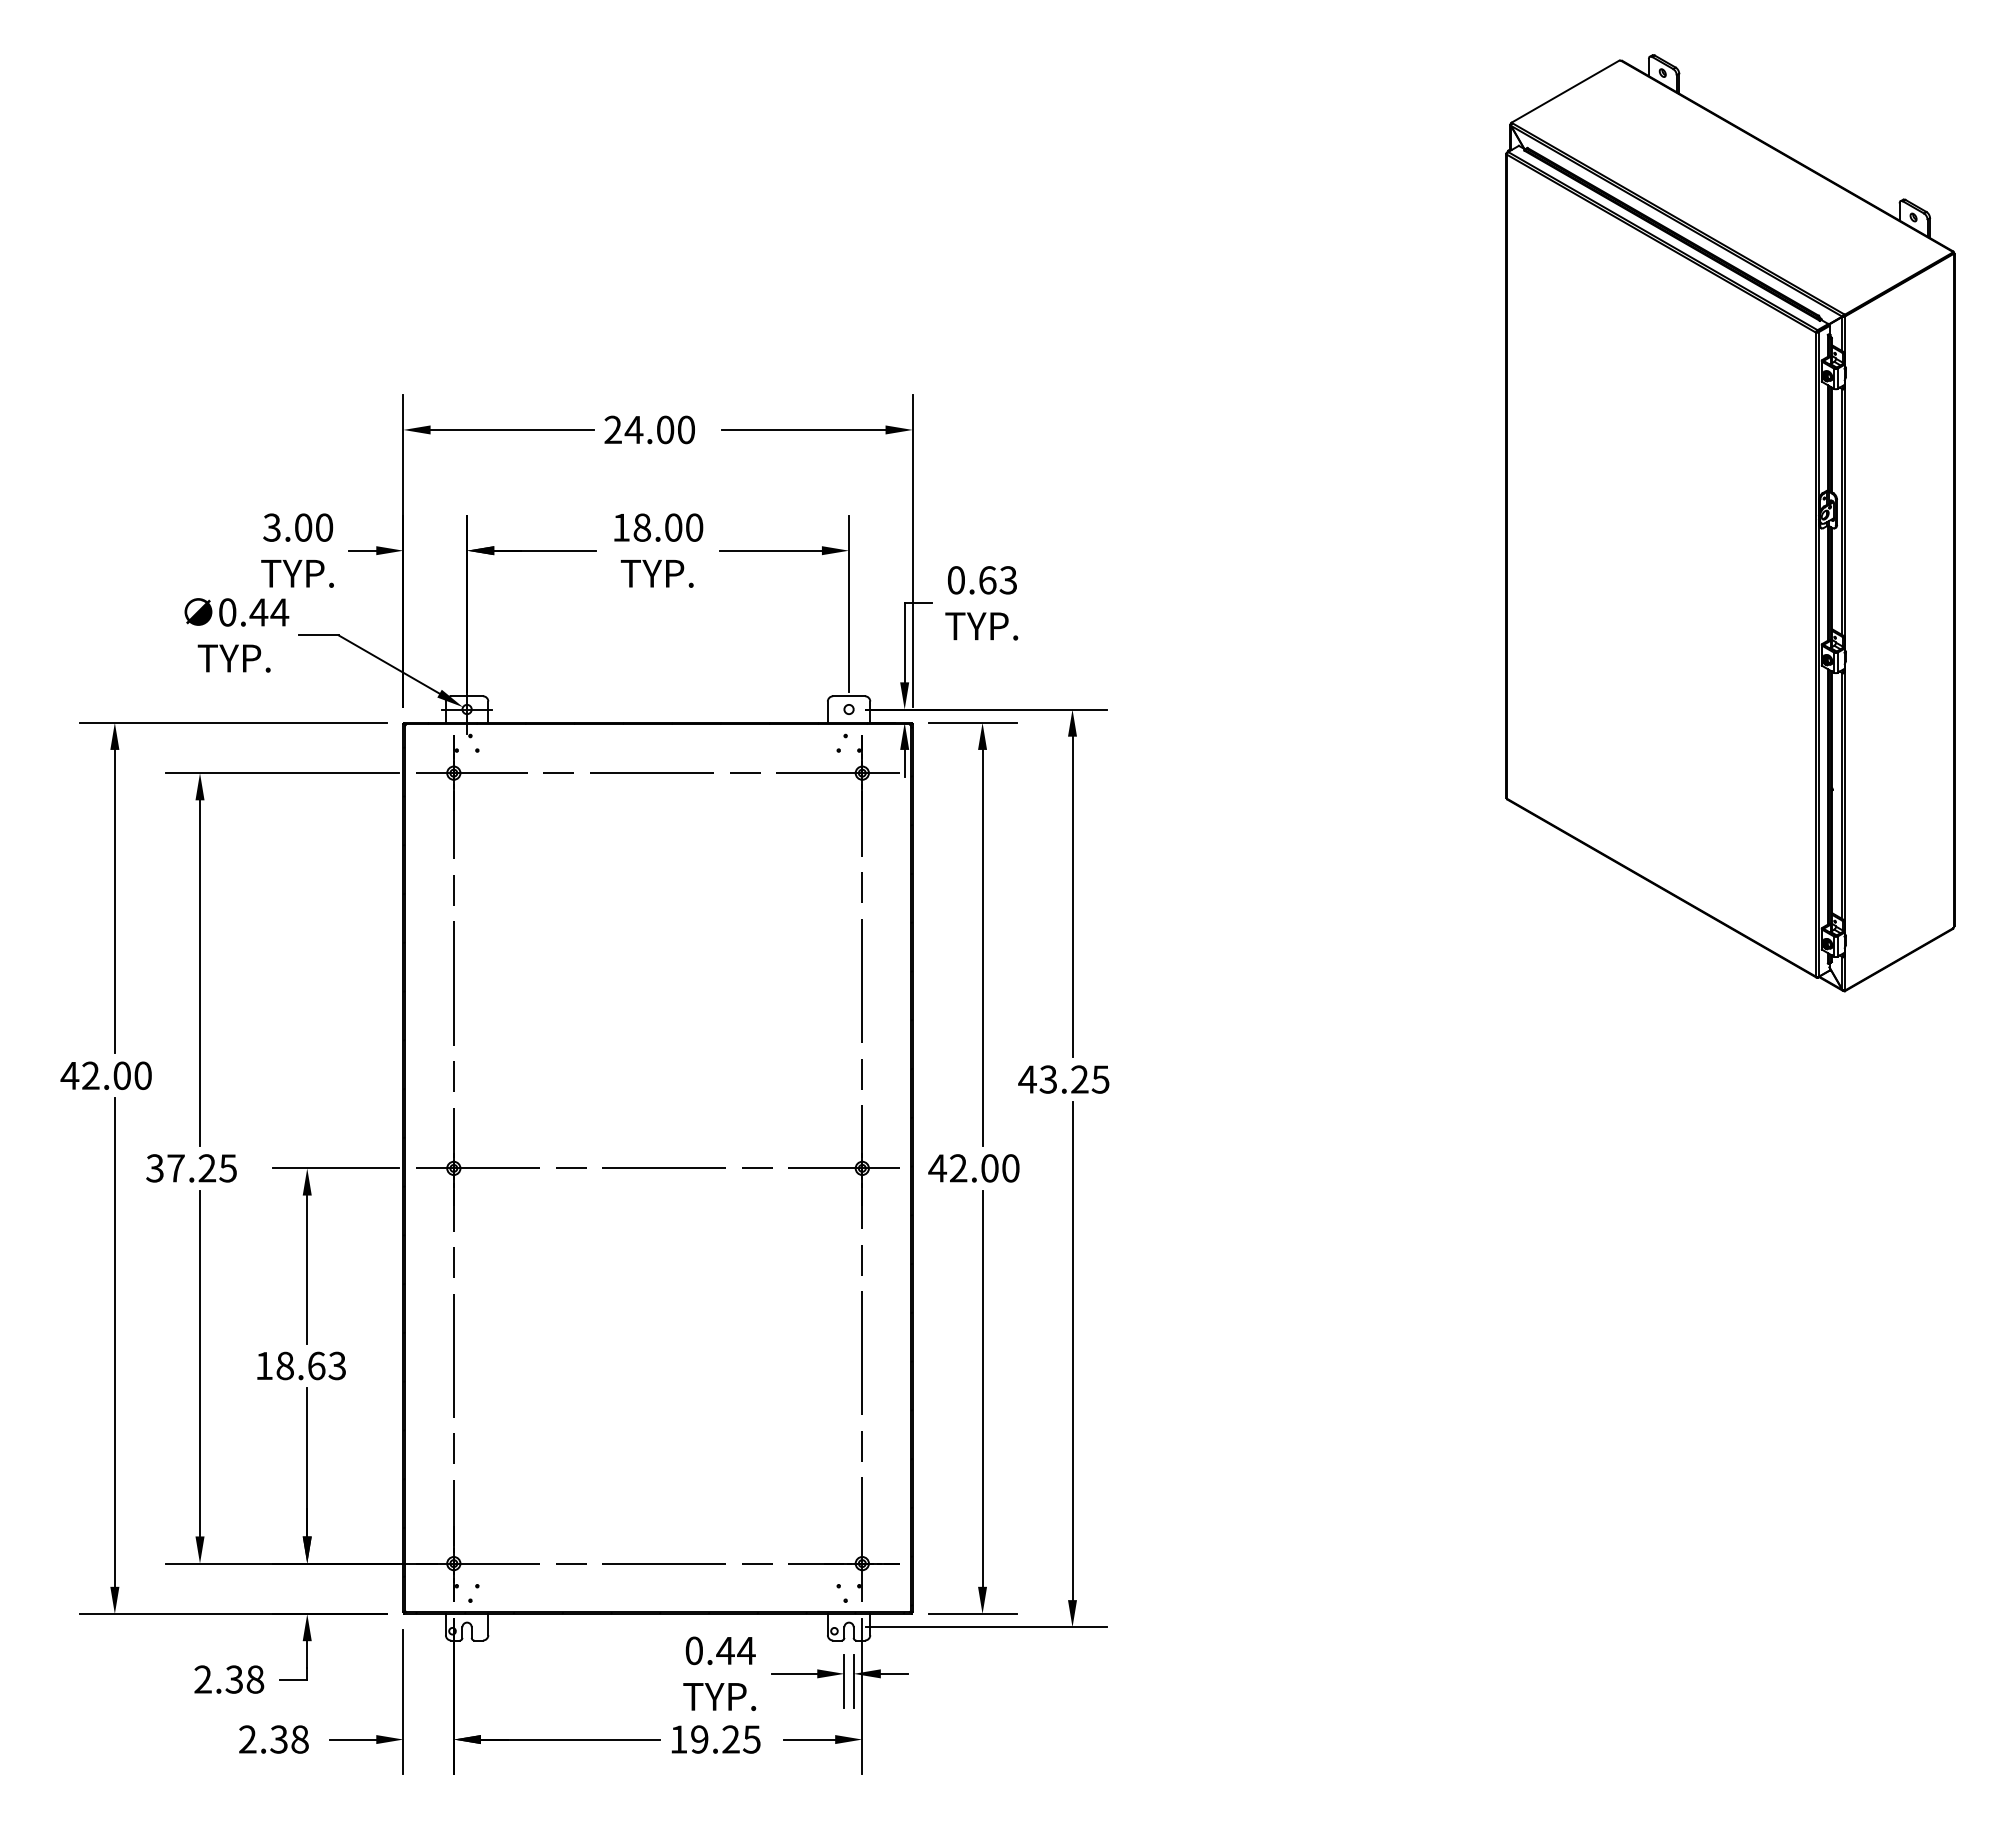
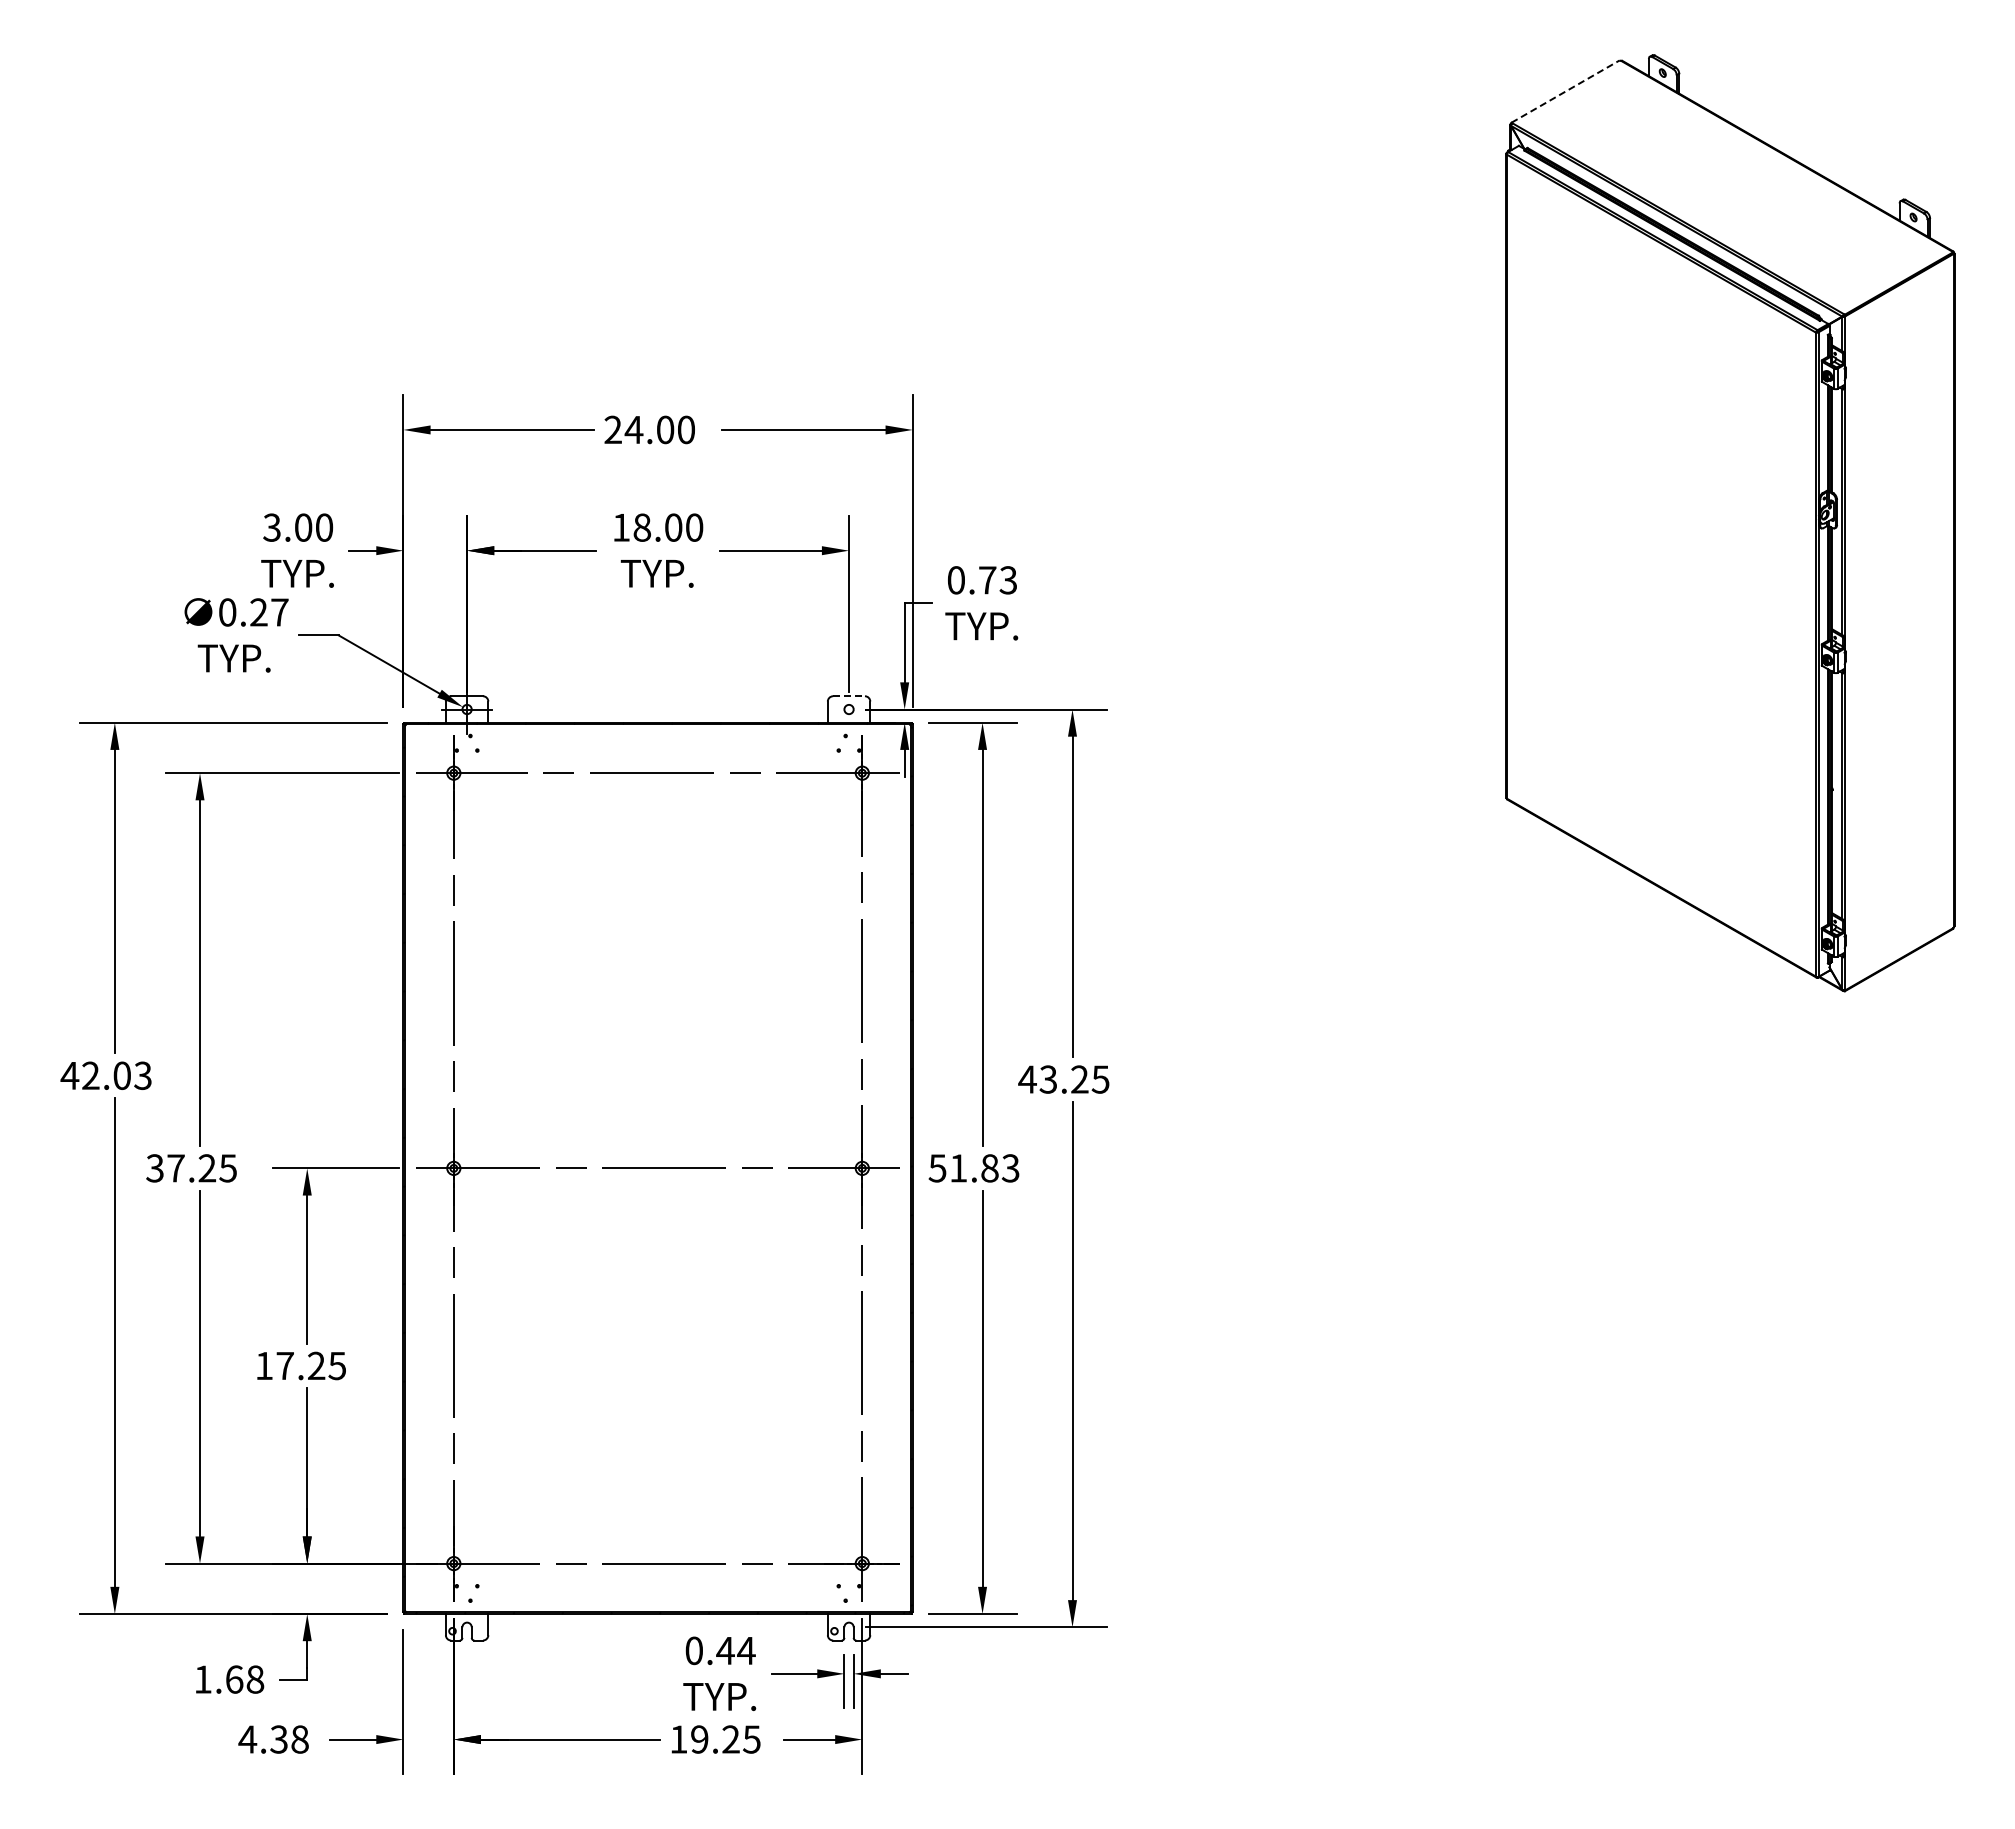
line at (1566, 91): solid -> dashed
text at (987, 580): 0.63 -> 0.73
text at (269, 612): 0.44 -> 0.27
line at (849, 696): solid -> dashed
text at (142, 1075): 42.00 -> 42.03
text at (973, 1168): 42.00 -> 51.83
text at (310, 1365): 18.63 -> 17.25
text at (218, 1679): 2.38 -> 1.68
text at (247, 1739): 2.38 -> 4.38
